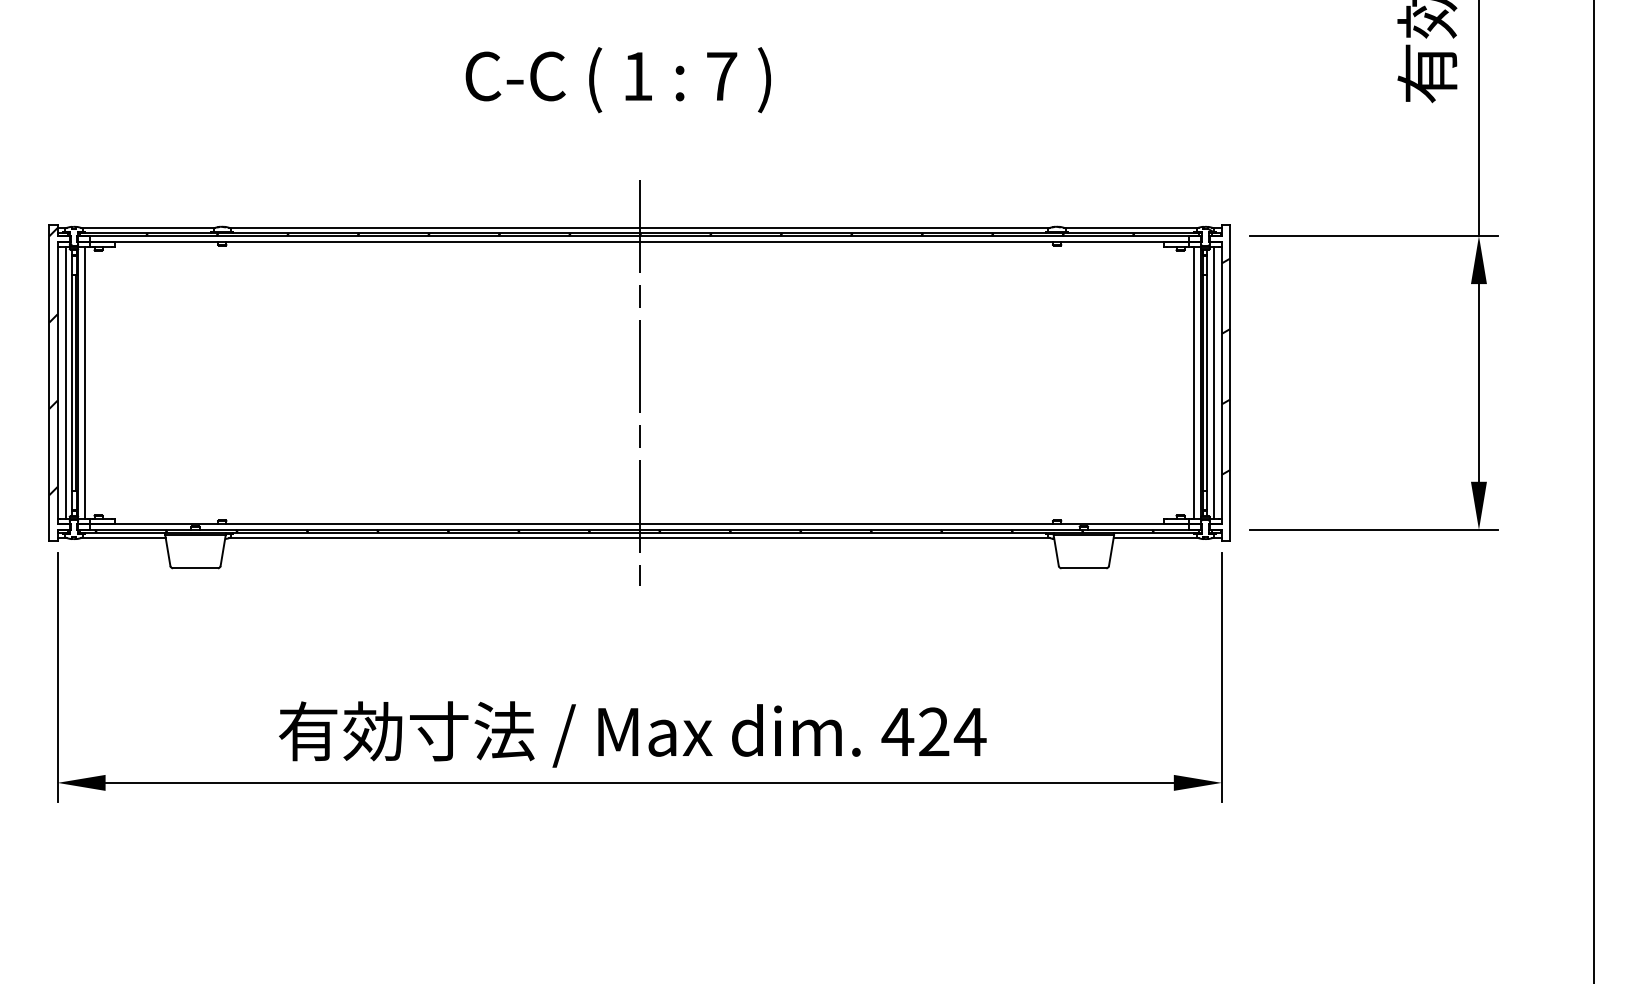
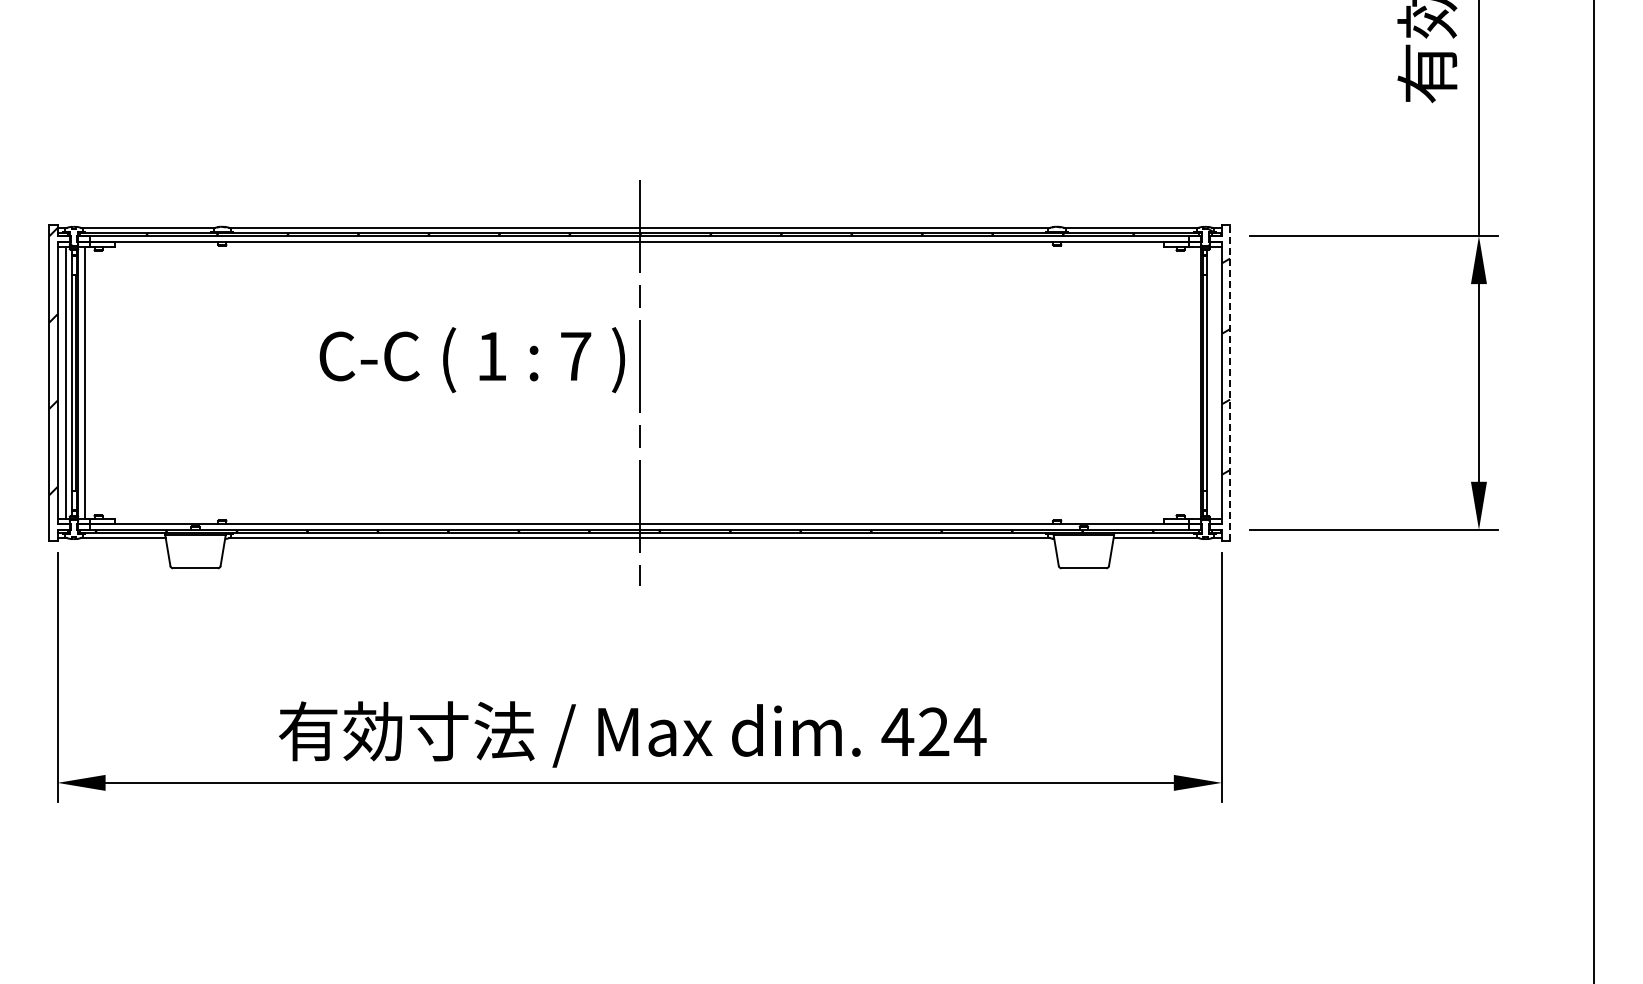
text at (617, 80) position: (617, 80) -> (471, 360)
line at (1194, 382): present -> none
line at (1213, 382): present -> none
line at (1230, 382): solid -> dashed
